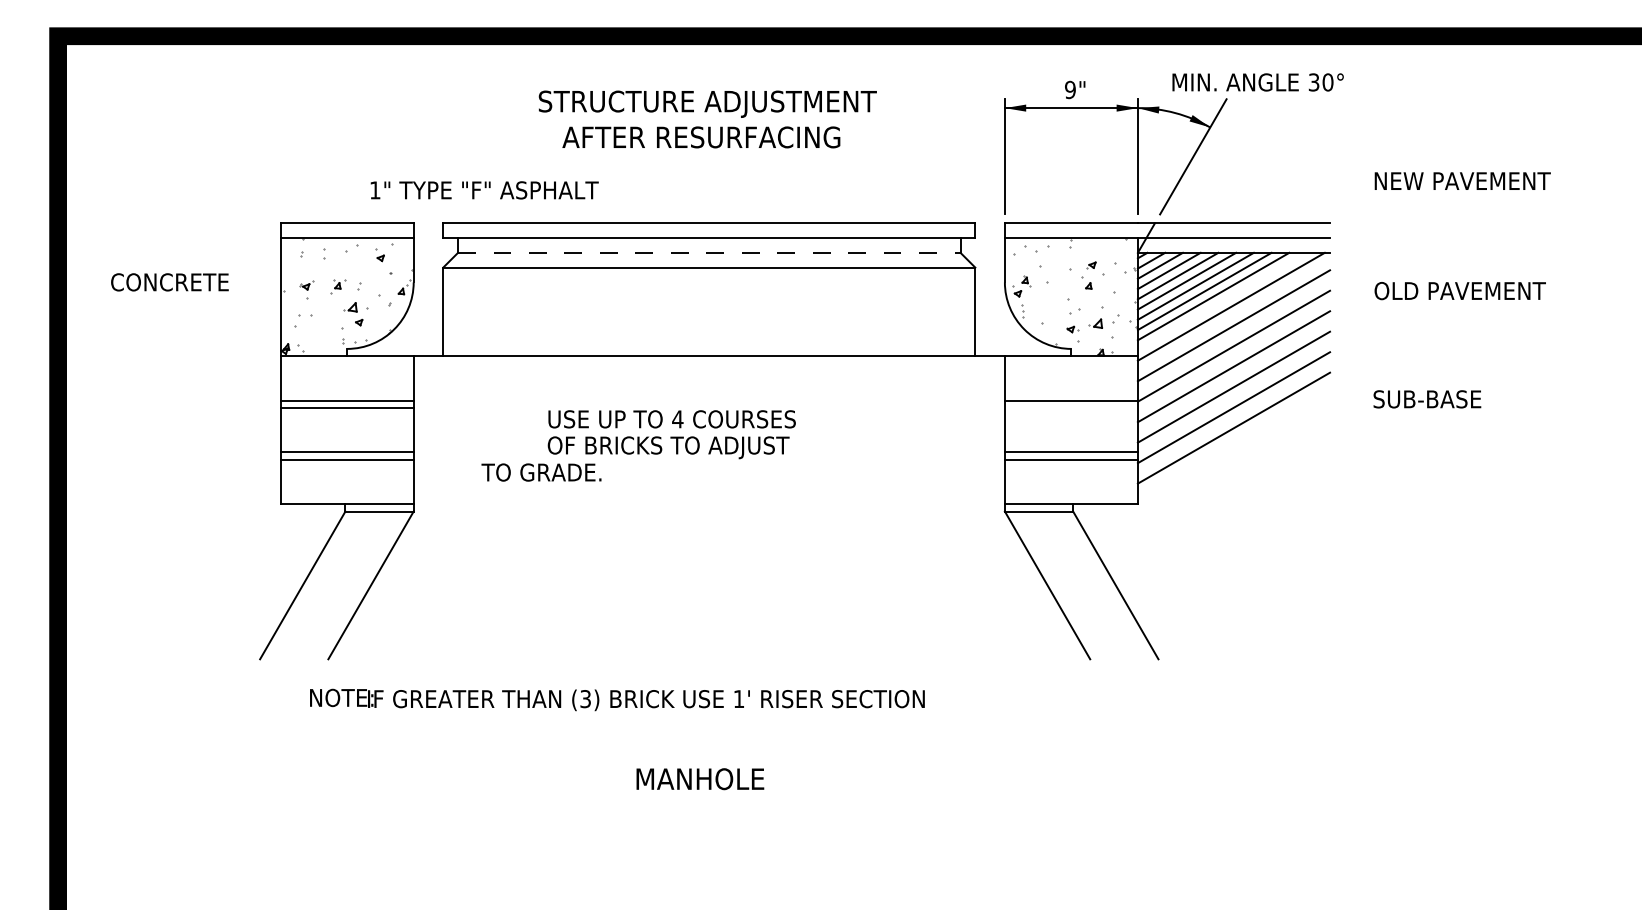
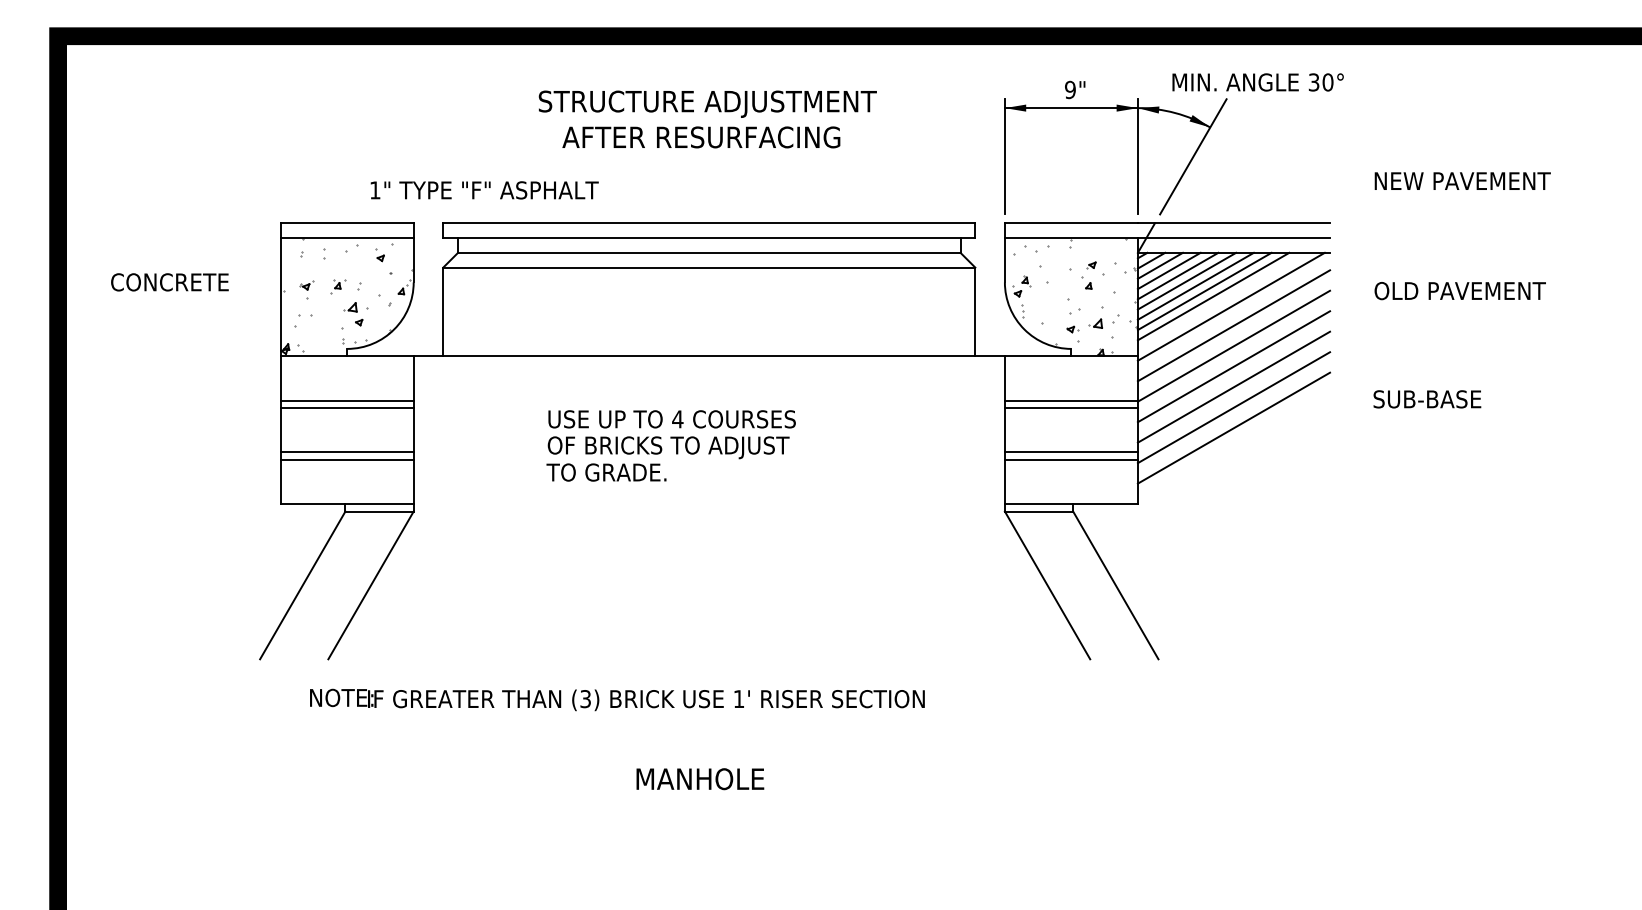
line at (709, 252): dashed -> solid
line at (1070, 408): none -> present
text at (541, 472) position: (541, 472) -> (606, 472)
